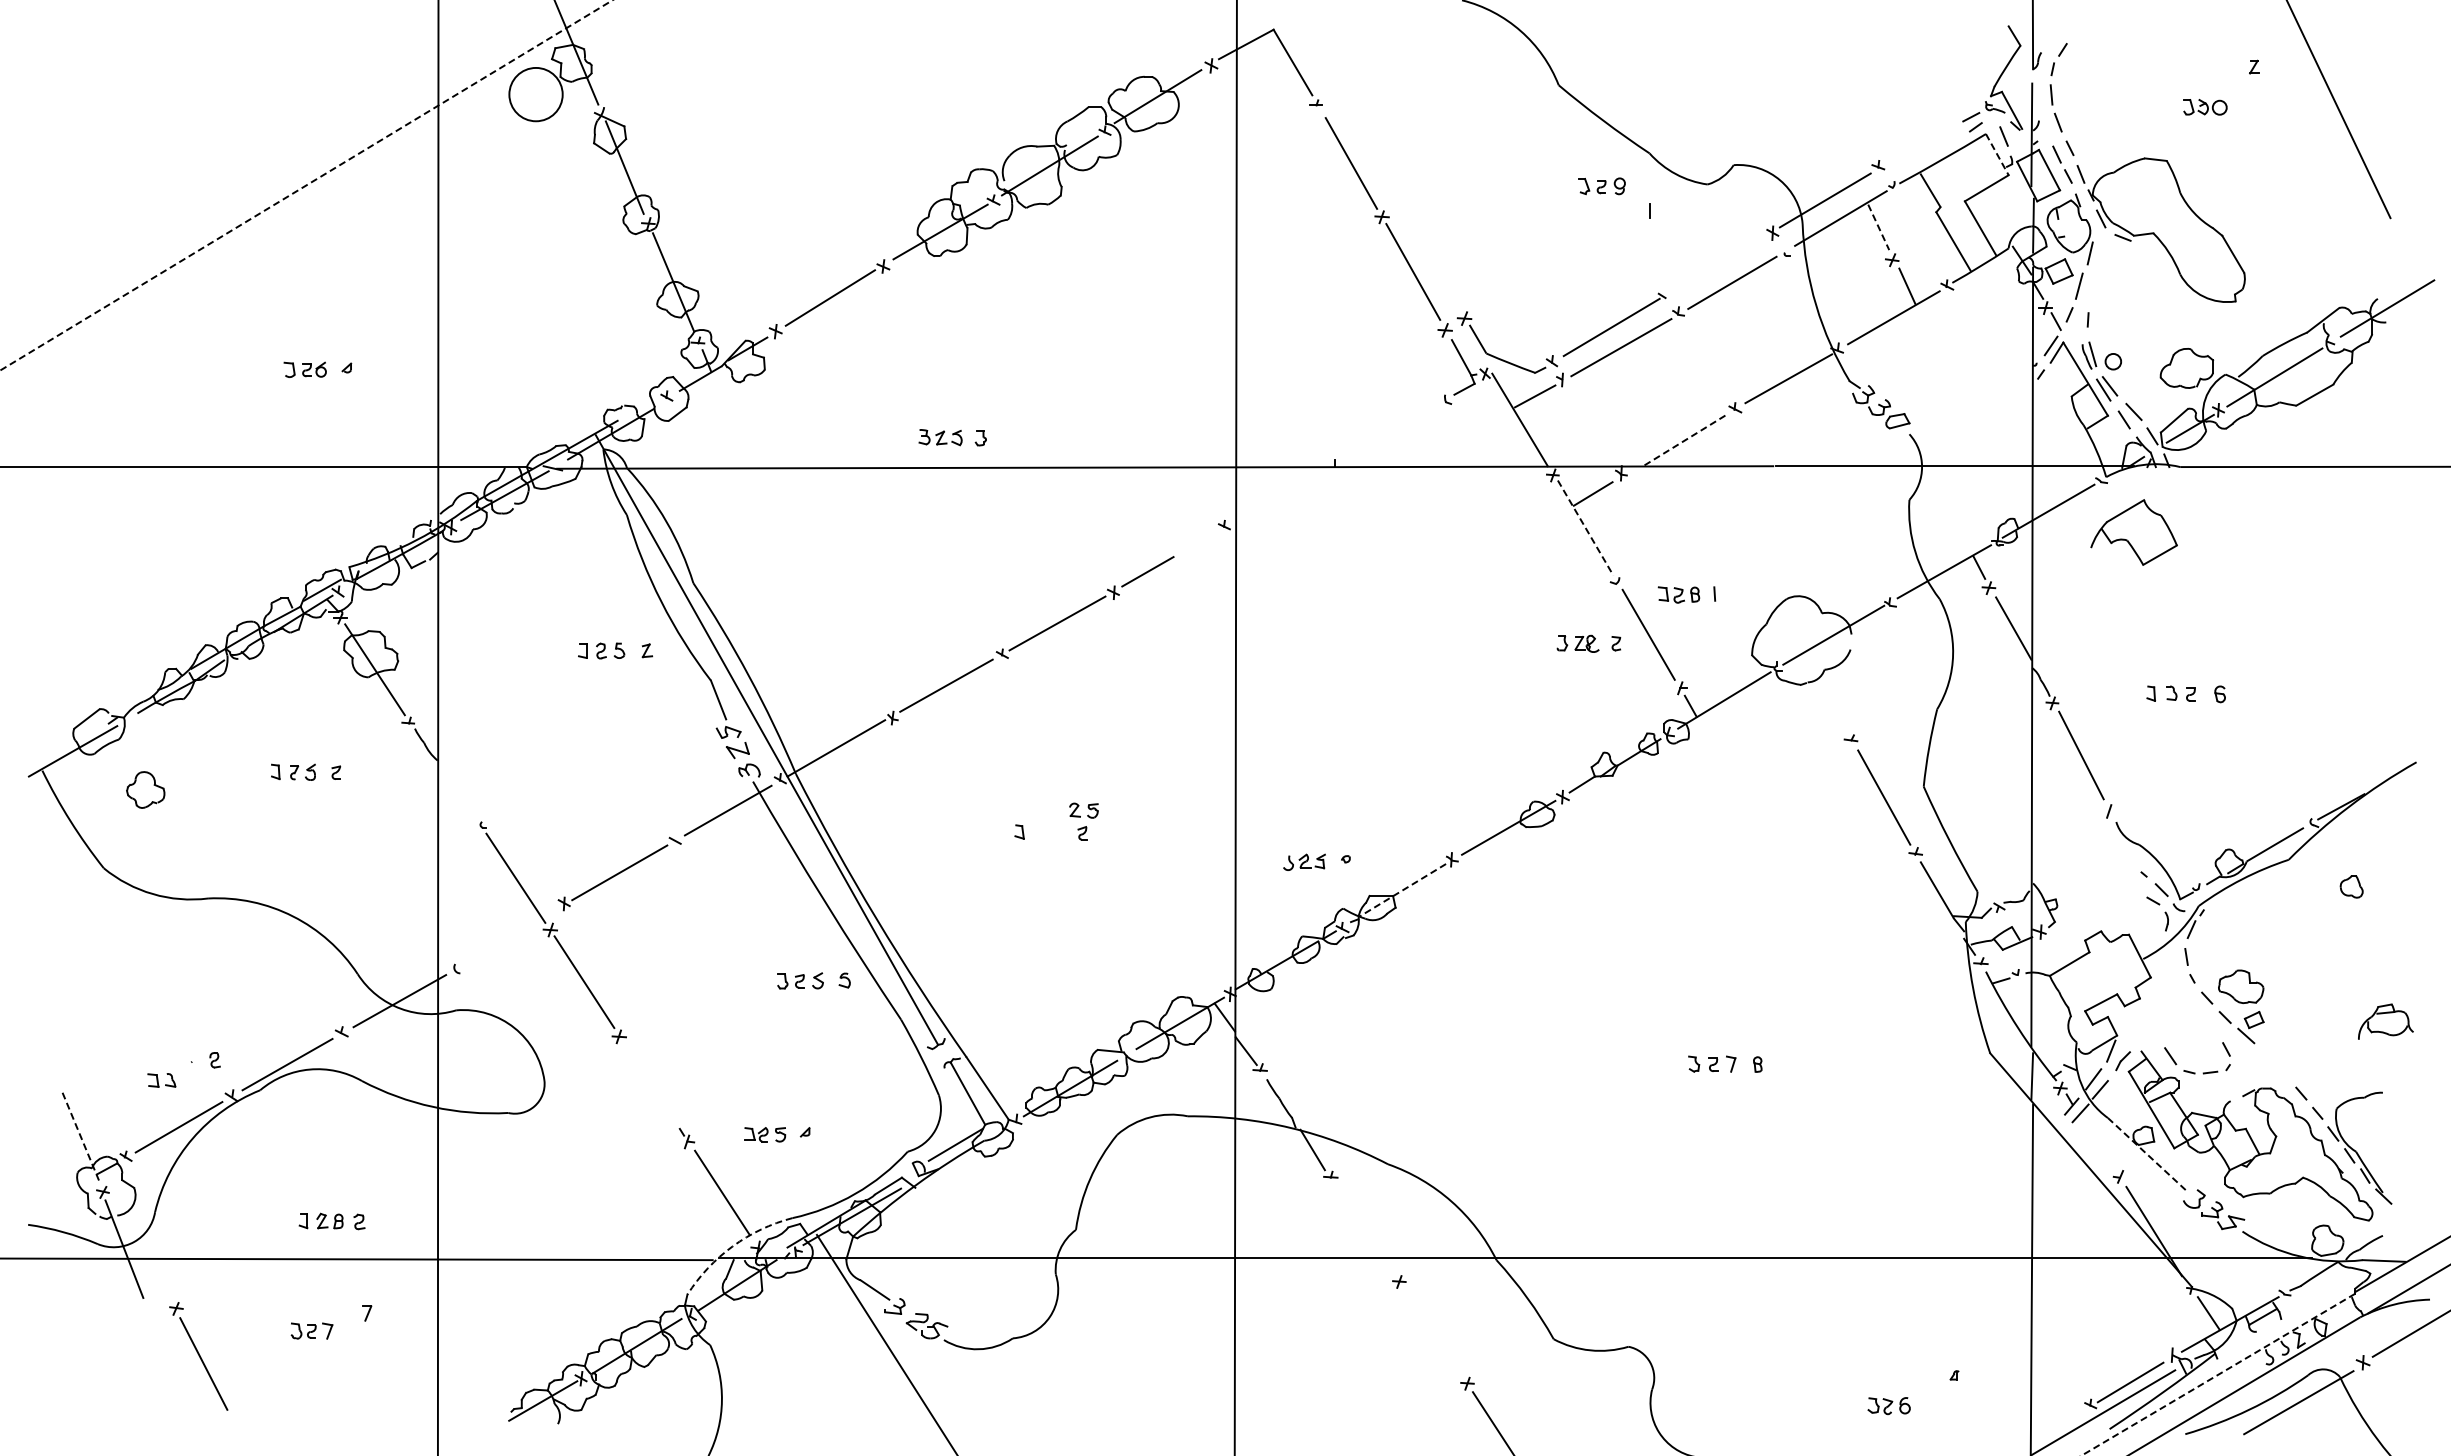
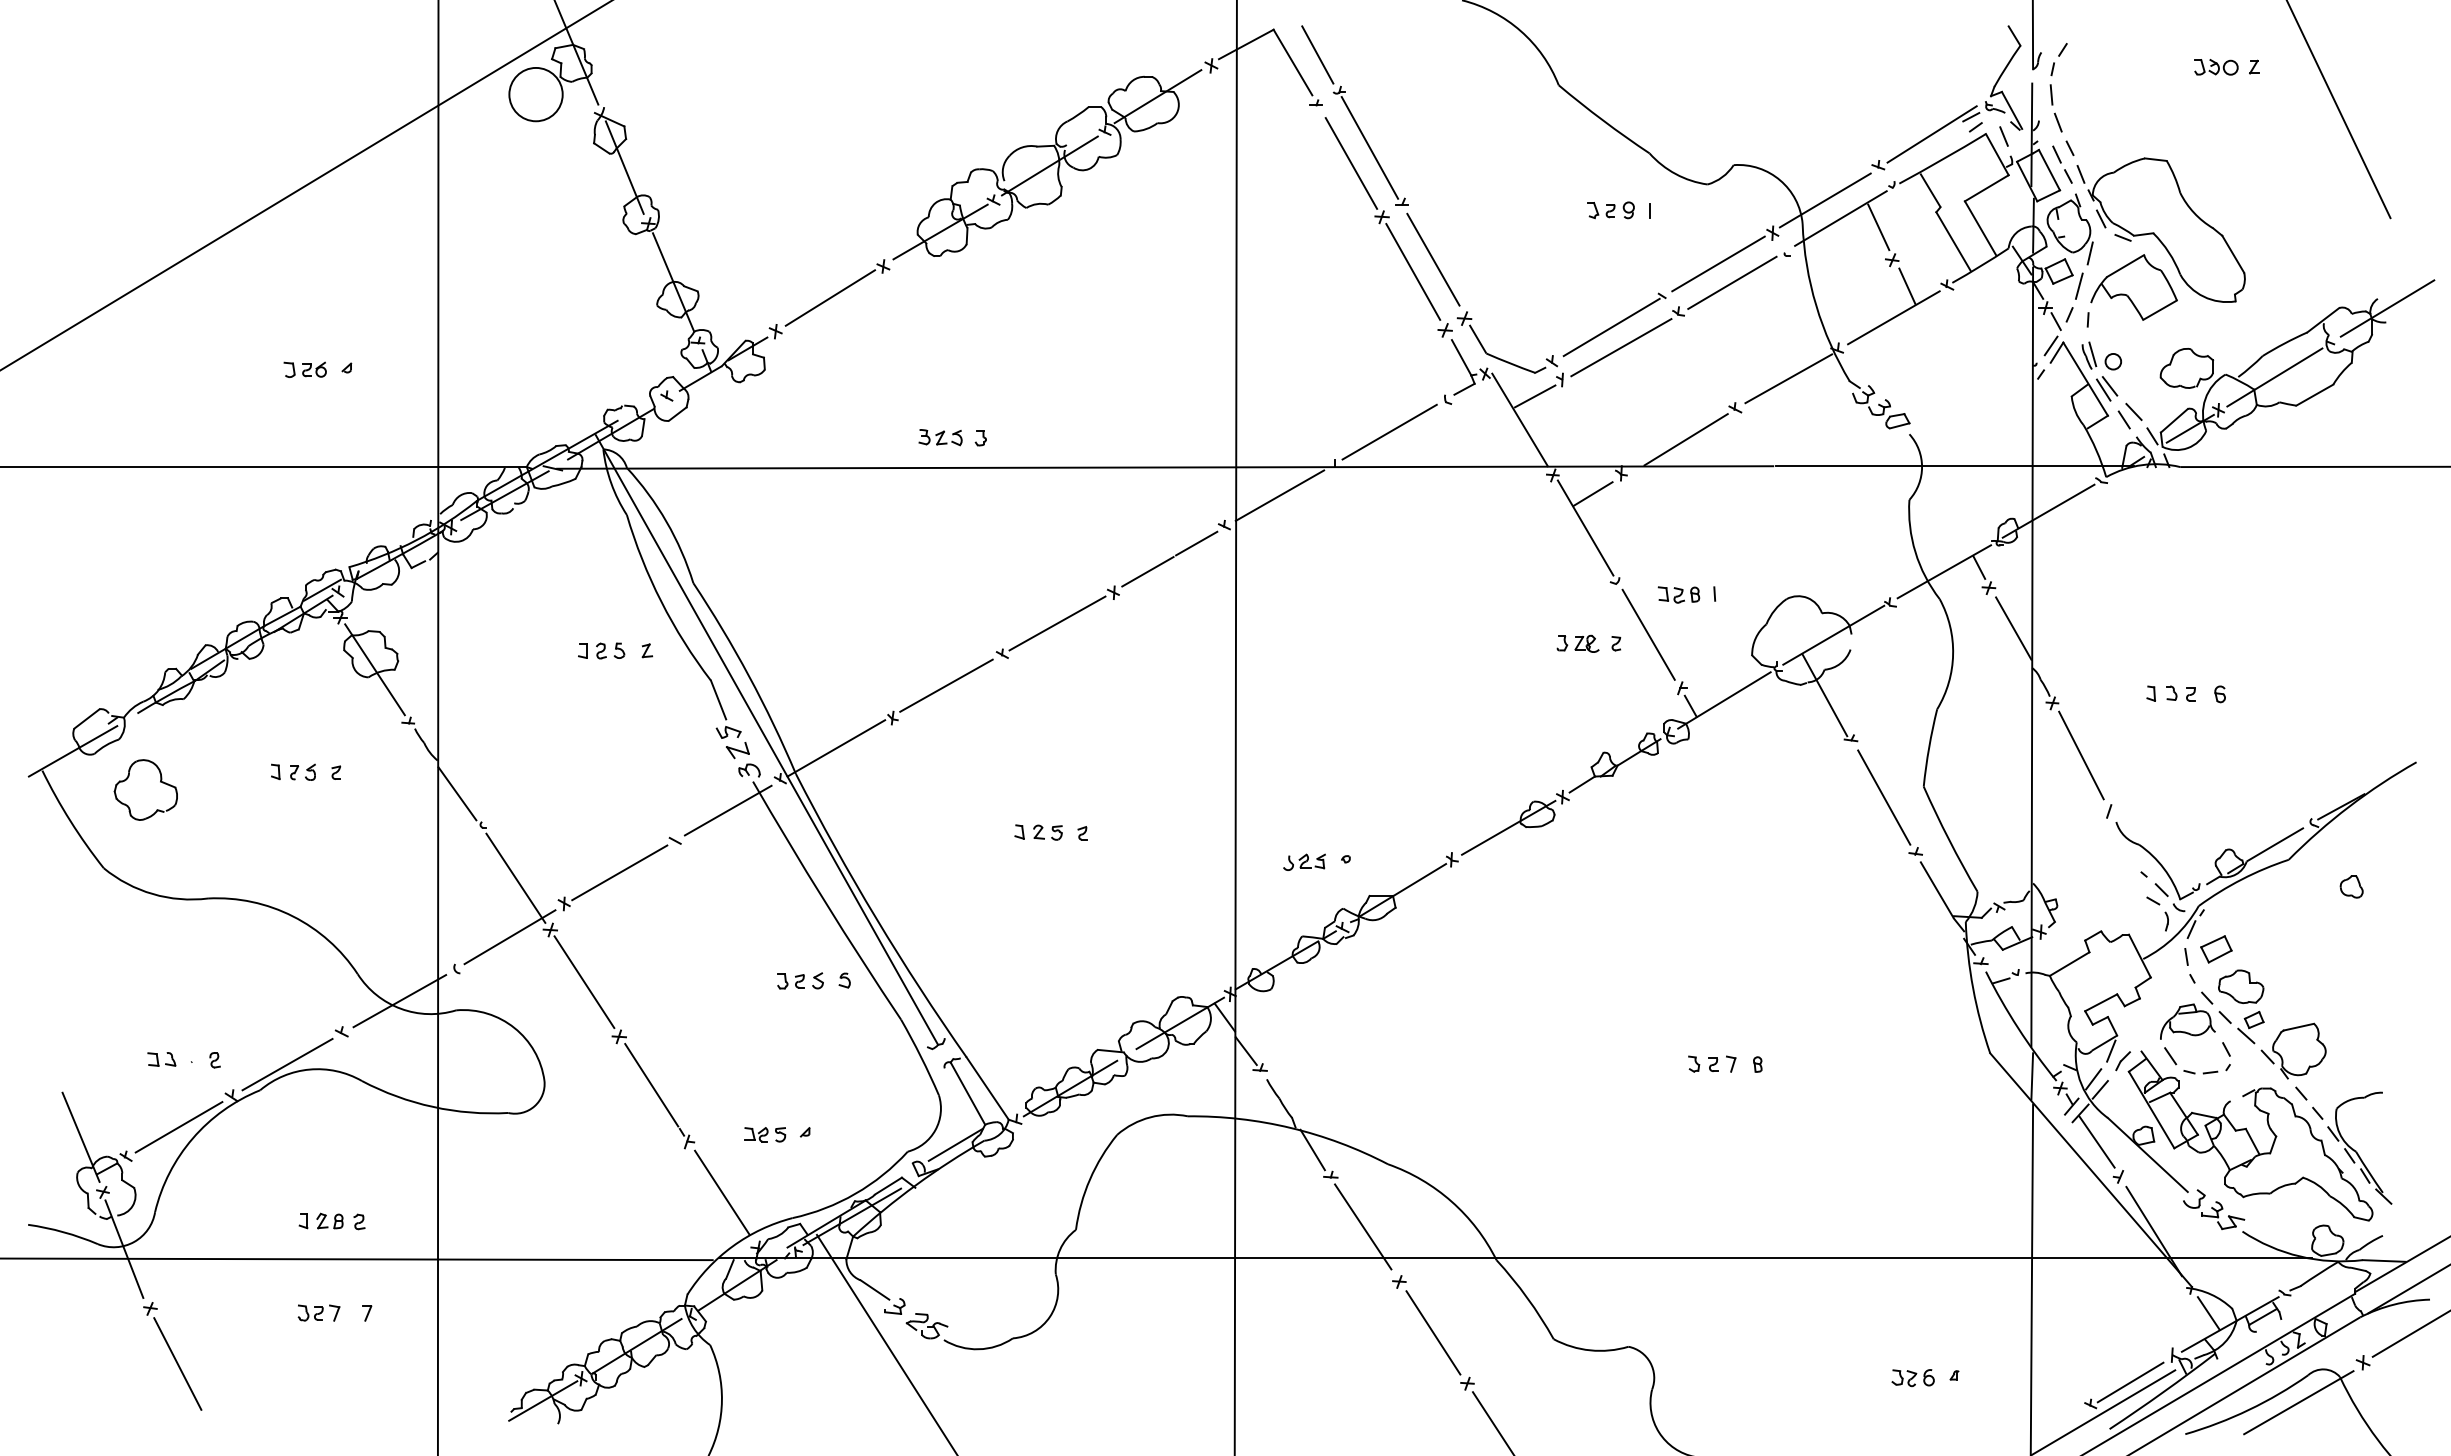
part at (2205, 107) position: (2205, 107) -> (2216, 67)
line at (1931, 134): none -> present
line at (1997, 154): dashed -> solid
part at (1380, 165): none -> present
line at (306, 185): dashed -> solid
part at (1601, 186) position: (1601, 186) -> (1610, 210)
line at (1878, 227): dashed -> solid
line at (1718, 263): none -> present
line at (1389, 431): none -> present
line at (1686, 439): dashed -> solid
line at (1279, 495): none -> present
line at (1585, 528): dashed -> solid
part at (2133, 532) position: (2133, 532) -> (2133, 287)
line at (1196, 543): none -> present
line at (1824, 695): none -> present
part at (145, 789) size: 40x38 px -> 65x62 px
line at (457, 793): none -> present
part at (1083, 810) position: (1083, 810) -> (1047, 832)
line at (1402, 890): dashed -> solid
line at (509, 937): none -> present
part at (2216, 949): none -> present
part at (2385, 1021) position: (2385, 1021) -> (2187, 1021)
part at (2293, 1050): none -> present
part at (161, 1080) position: (161, 1080) -> (161, 1059)
line at (651, 1085): none -> present
line at (81, 1137): dashed -> solid
line at (2096, 1141): none -> present
line at (2148, 1155): dashed -> solid
line at (1363, 1226): none -> present
arc at (732, 1246): dashed -> solid
part at (311, 1330) position: (311, 1330) -> (318, 1312)
line at (1433, 1332): none -> present
part at (198, 1356) position: (198, 1356) -> (172, 1356)
line at (2217, 1375): dashed -> solid
part at (1888, 1406) position: (1888, 1406) -> (1912, 1378)
